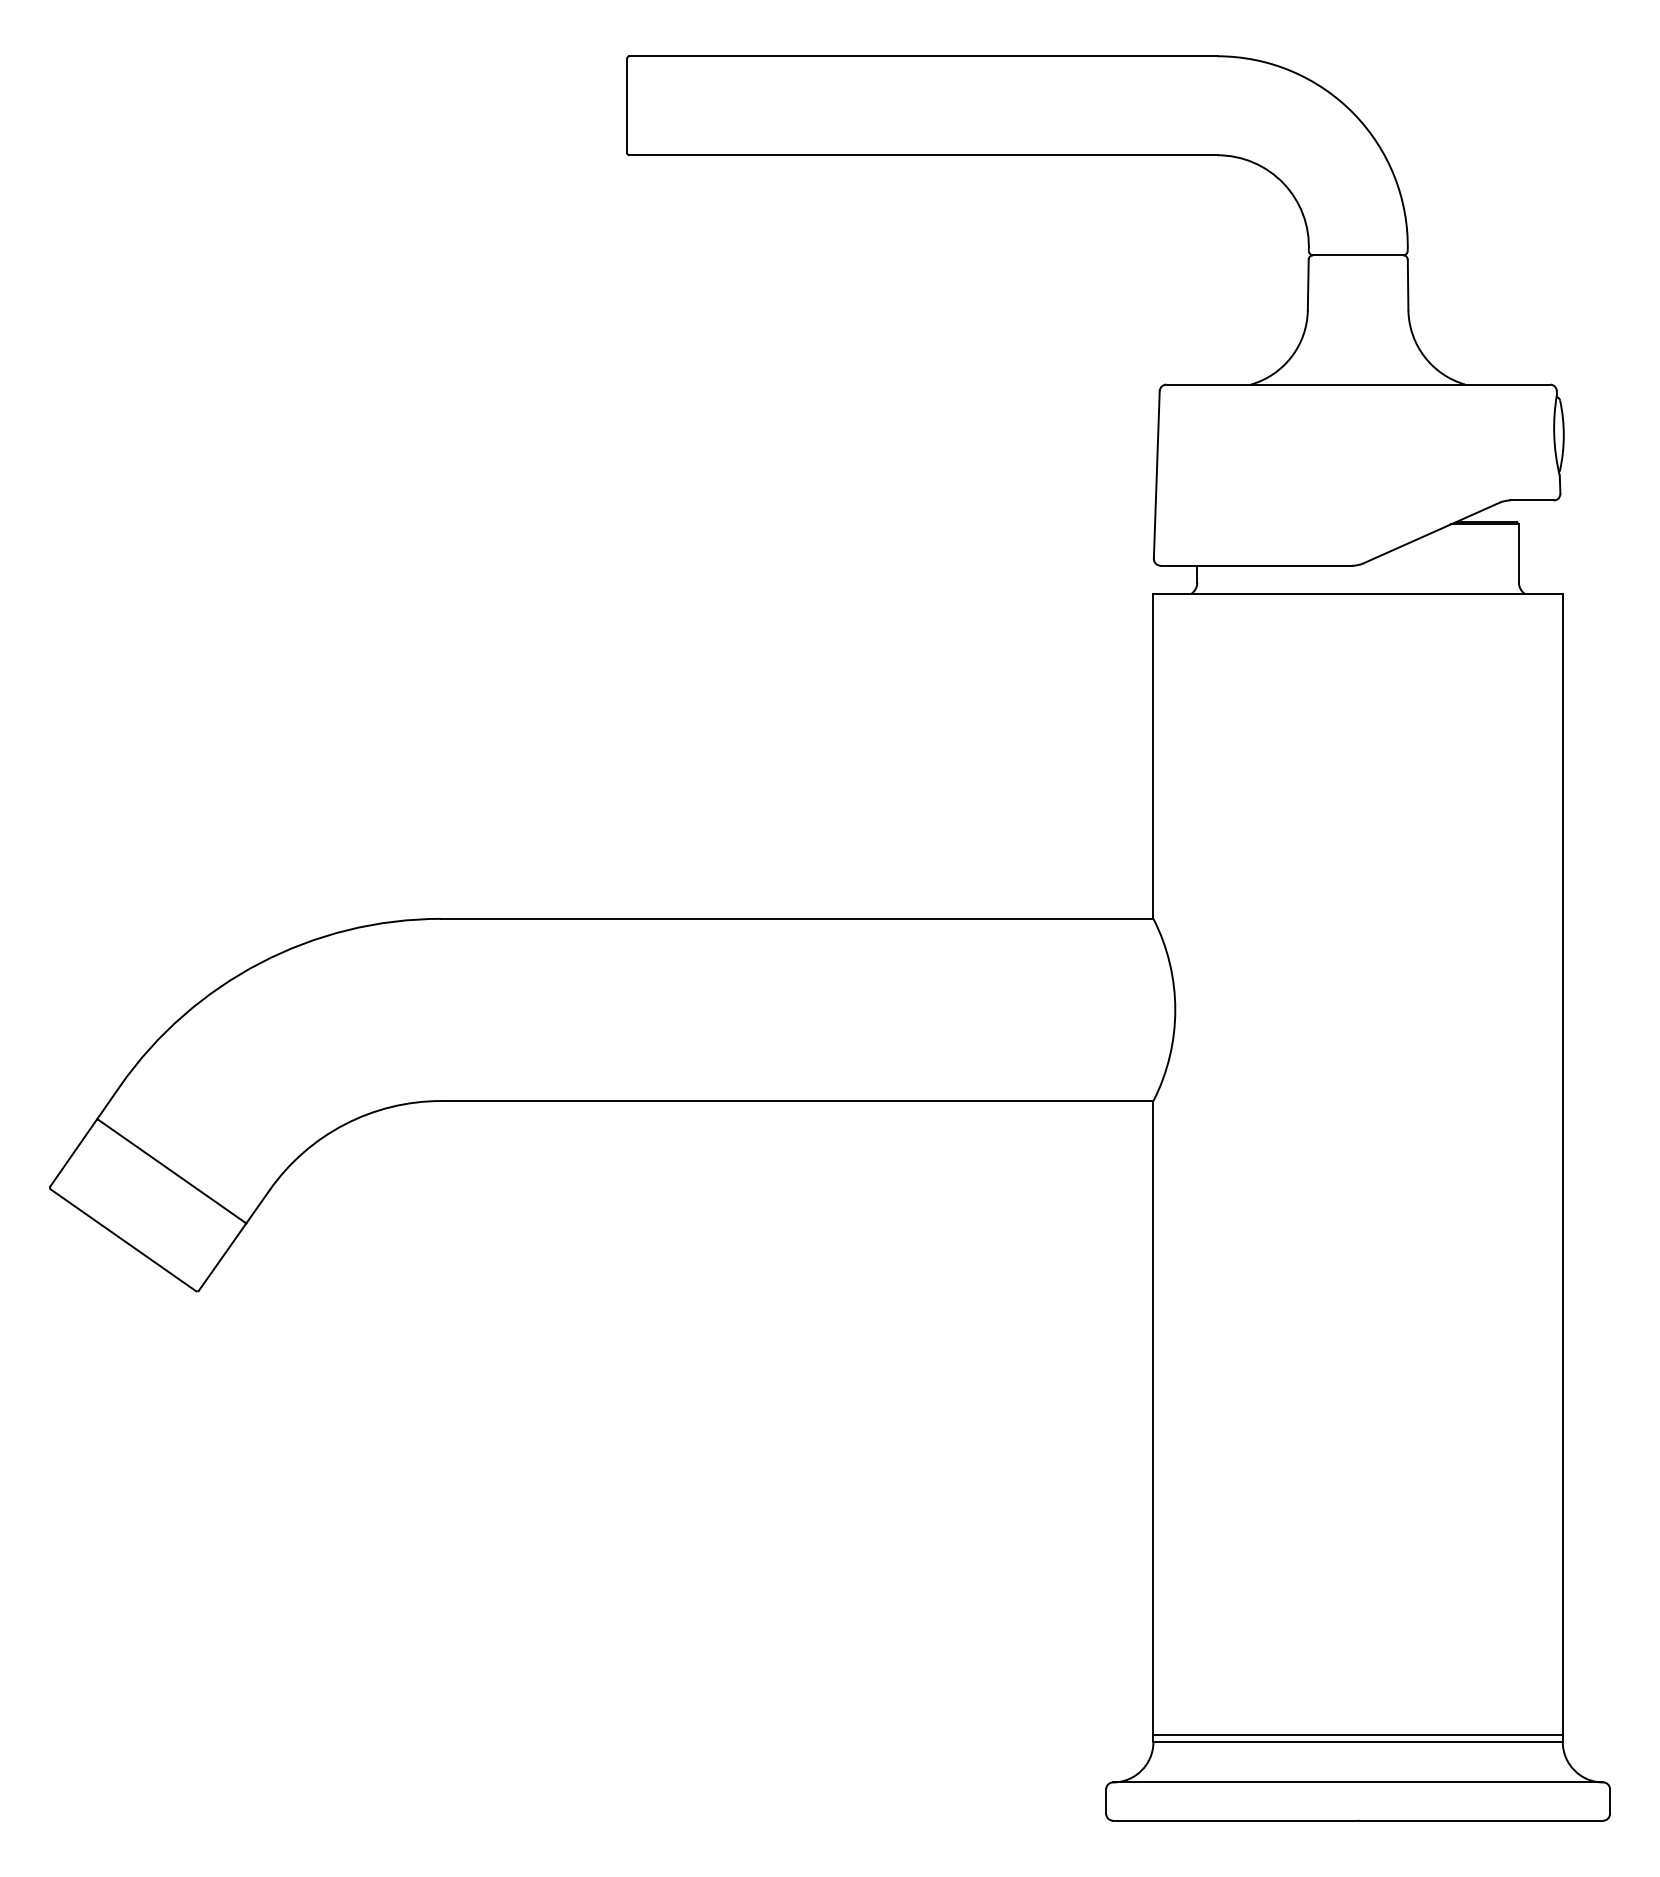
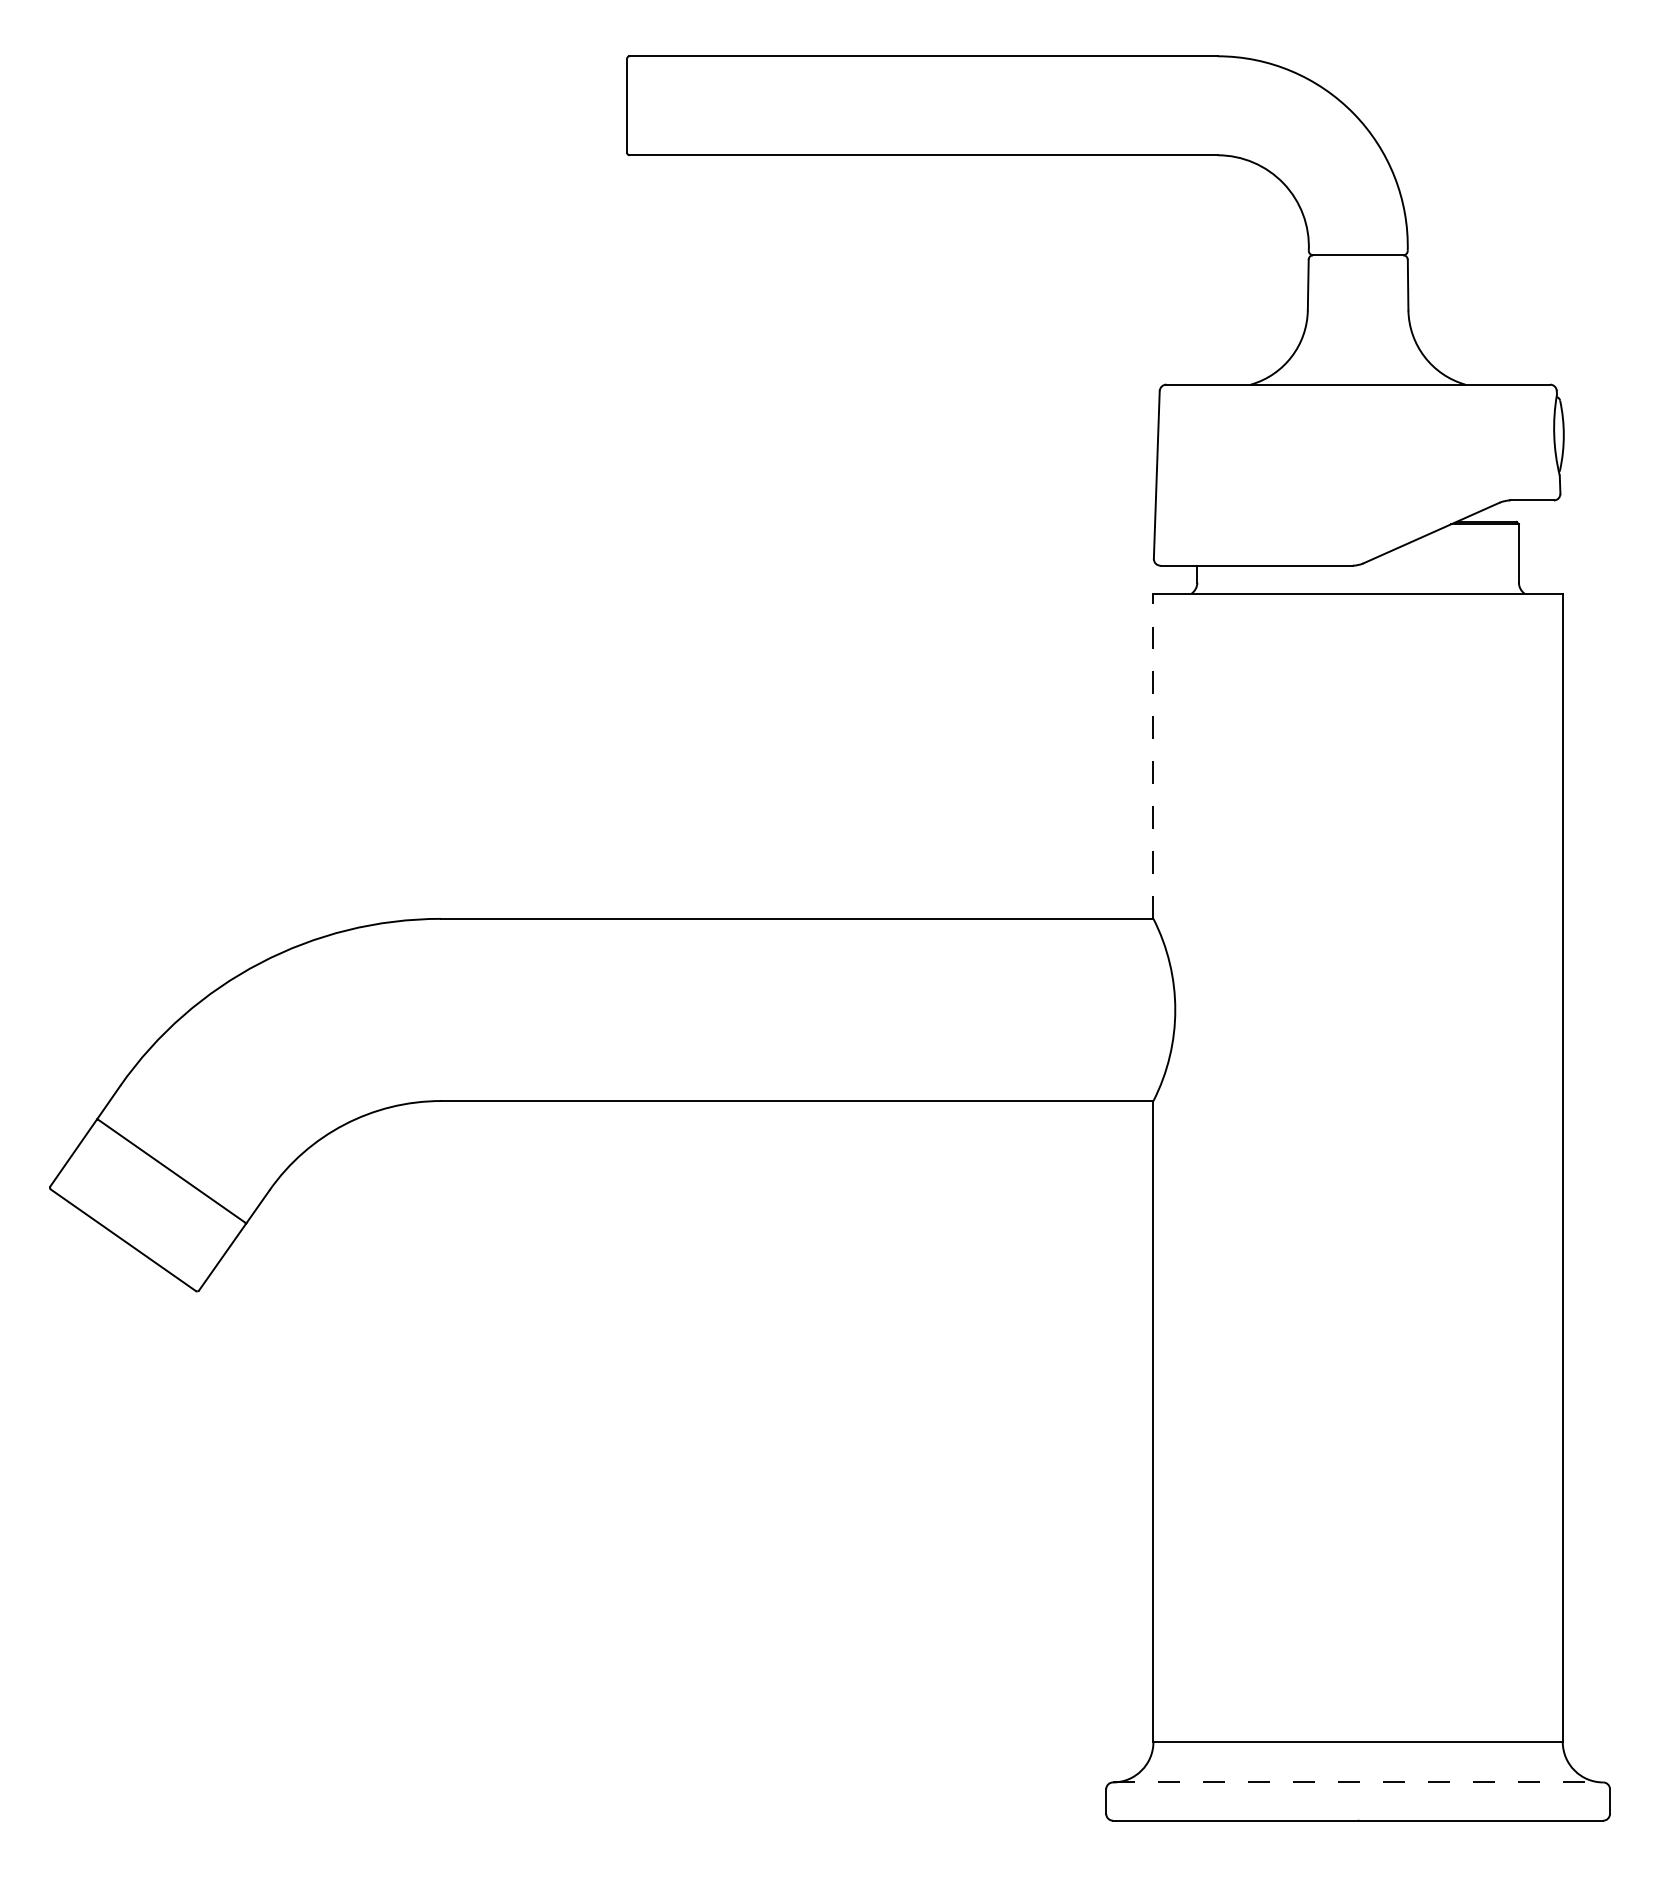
line at (1153, 755): solid -> dashed
line at (1357, 1735): present -> none
line at (1358, 1782): solid -> dashed
